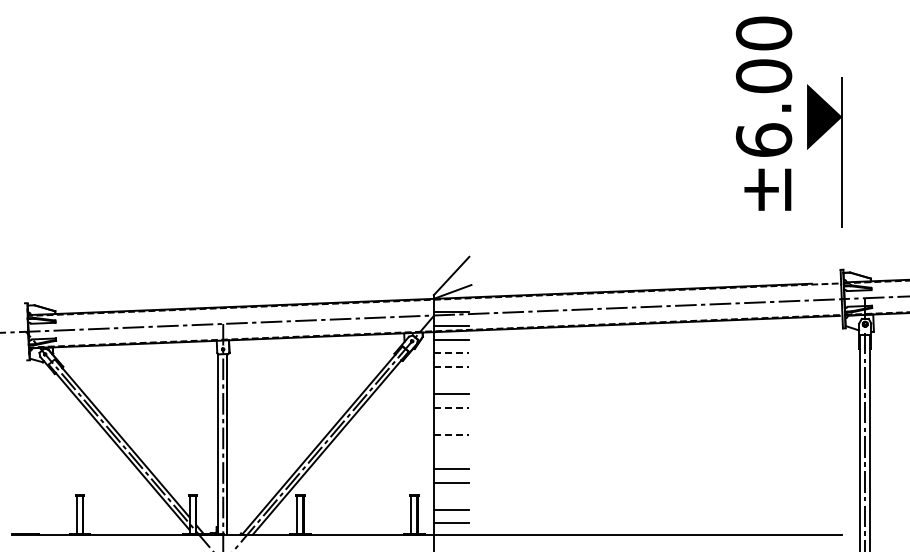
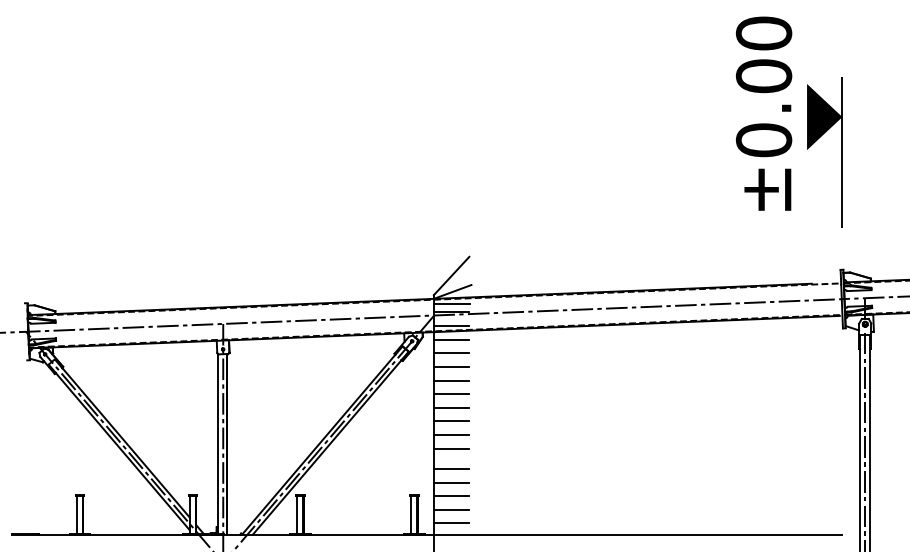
text at (763, 140): ±6.00 -> ±0.00
line at (451, 304): none -> present
line at (451, 353): dashed -> solid
line at (451, 366): dashed -> solid
line at (451, 380): none -> present
line at (451, 407): dashed -> solid
line at (451, 421): none -> present
line at (451, 434): dashed -> solid
line at (451, 448): none -> present
line at (451, 496): none -> present
